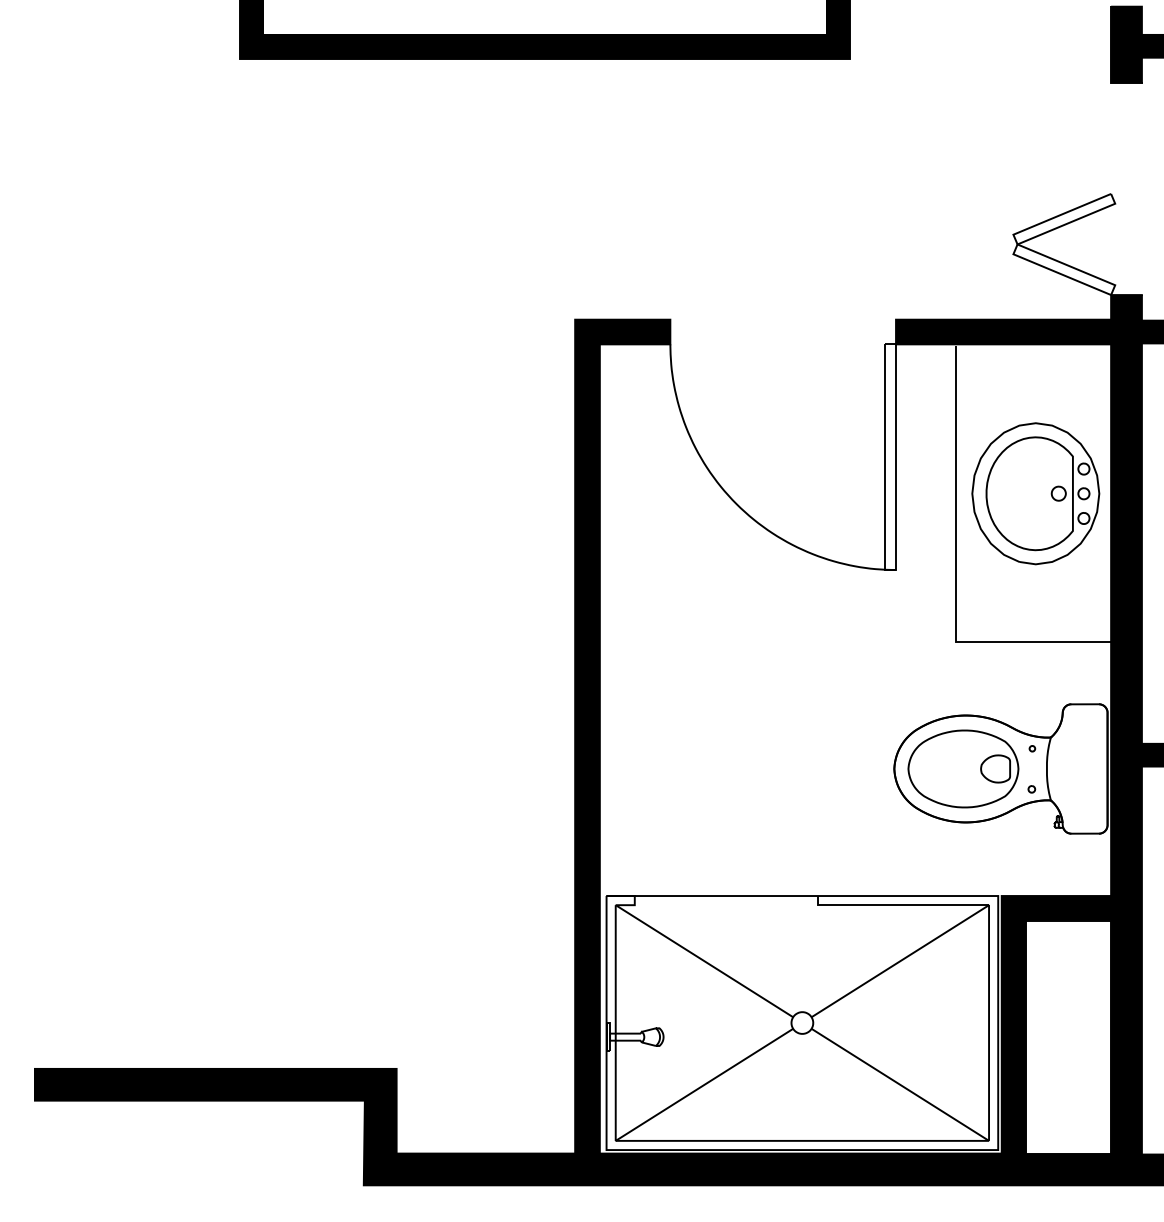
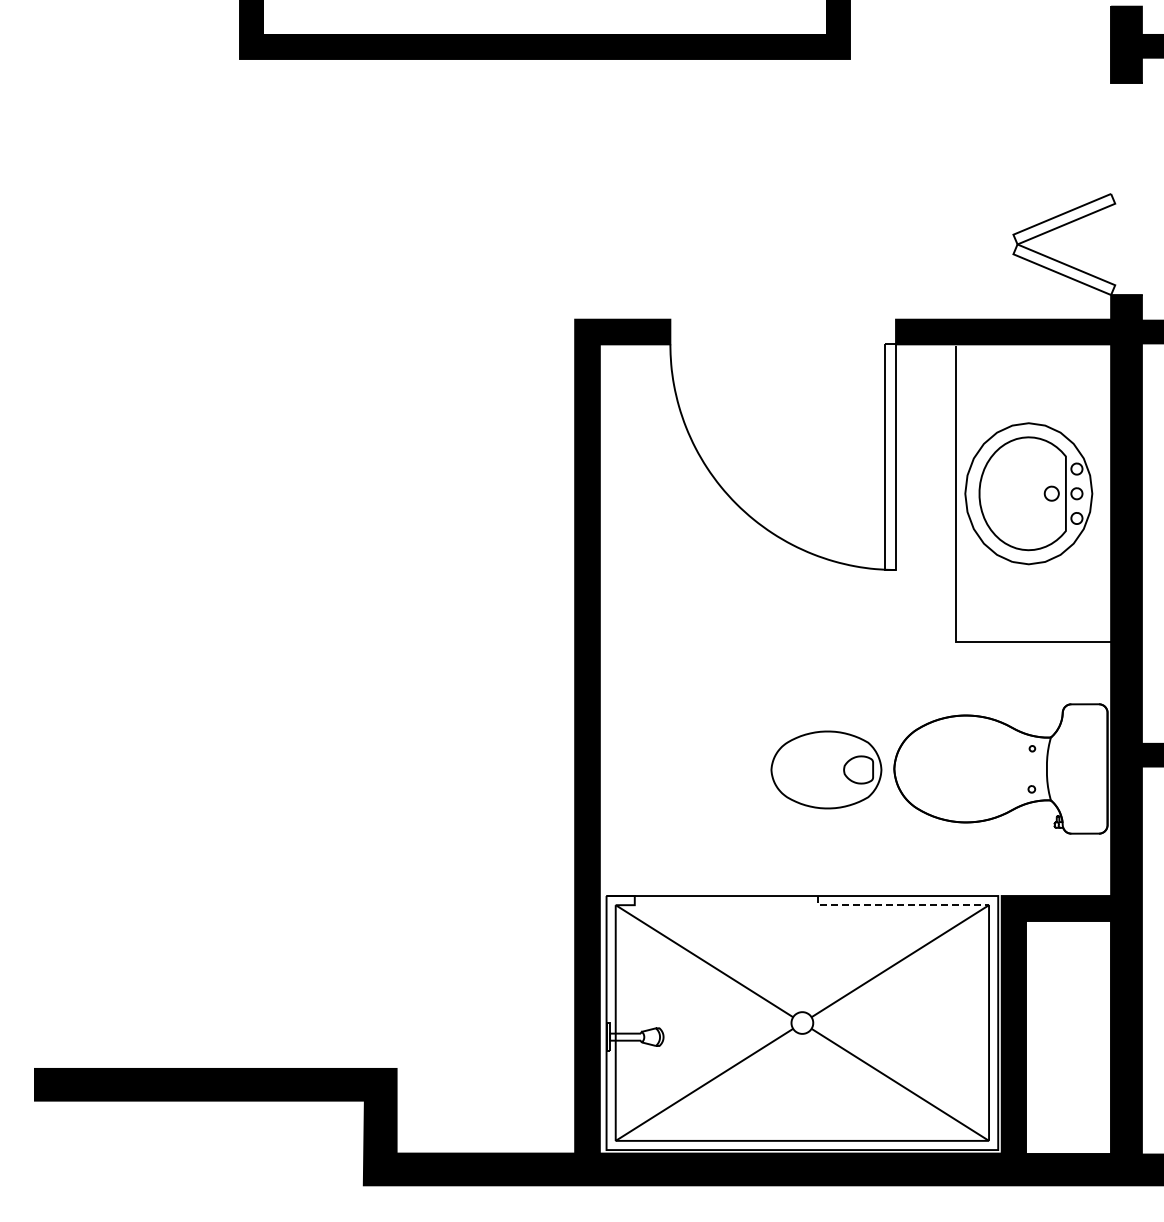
part at (1035, 493) position: (1035, 493) -> (1028, 493)
part at (963, 768) position: (963, 768) -> (826, 769)
line at (898, 905): solid -> dashed
